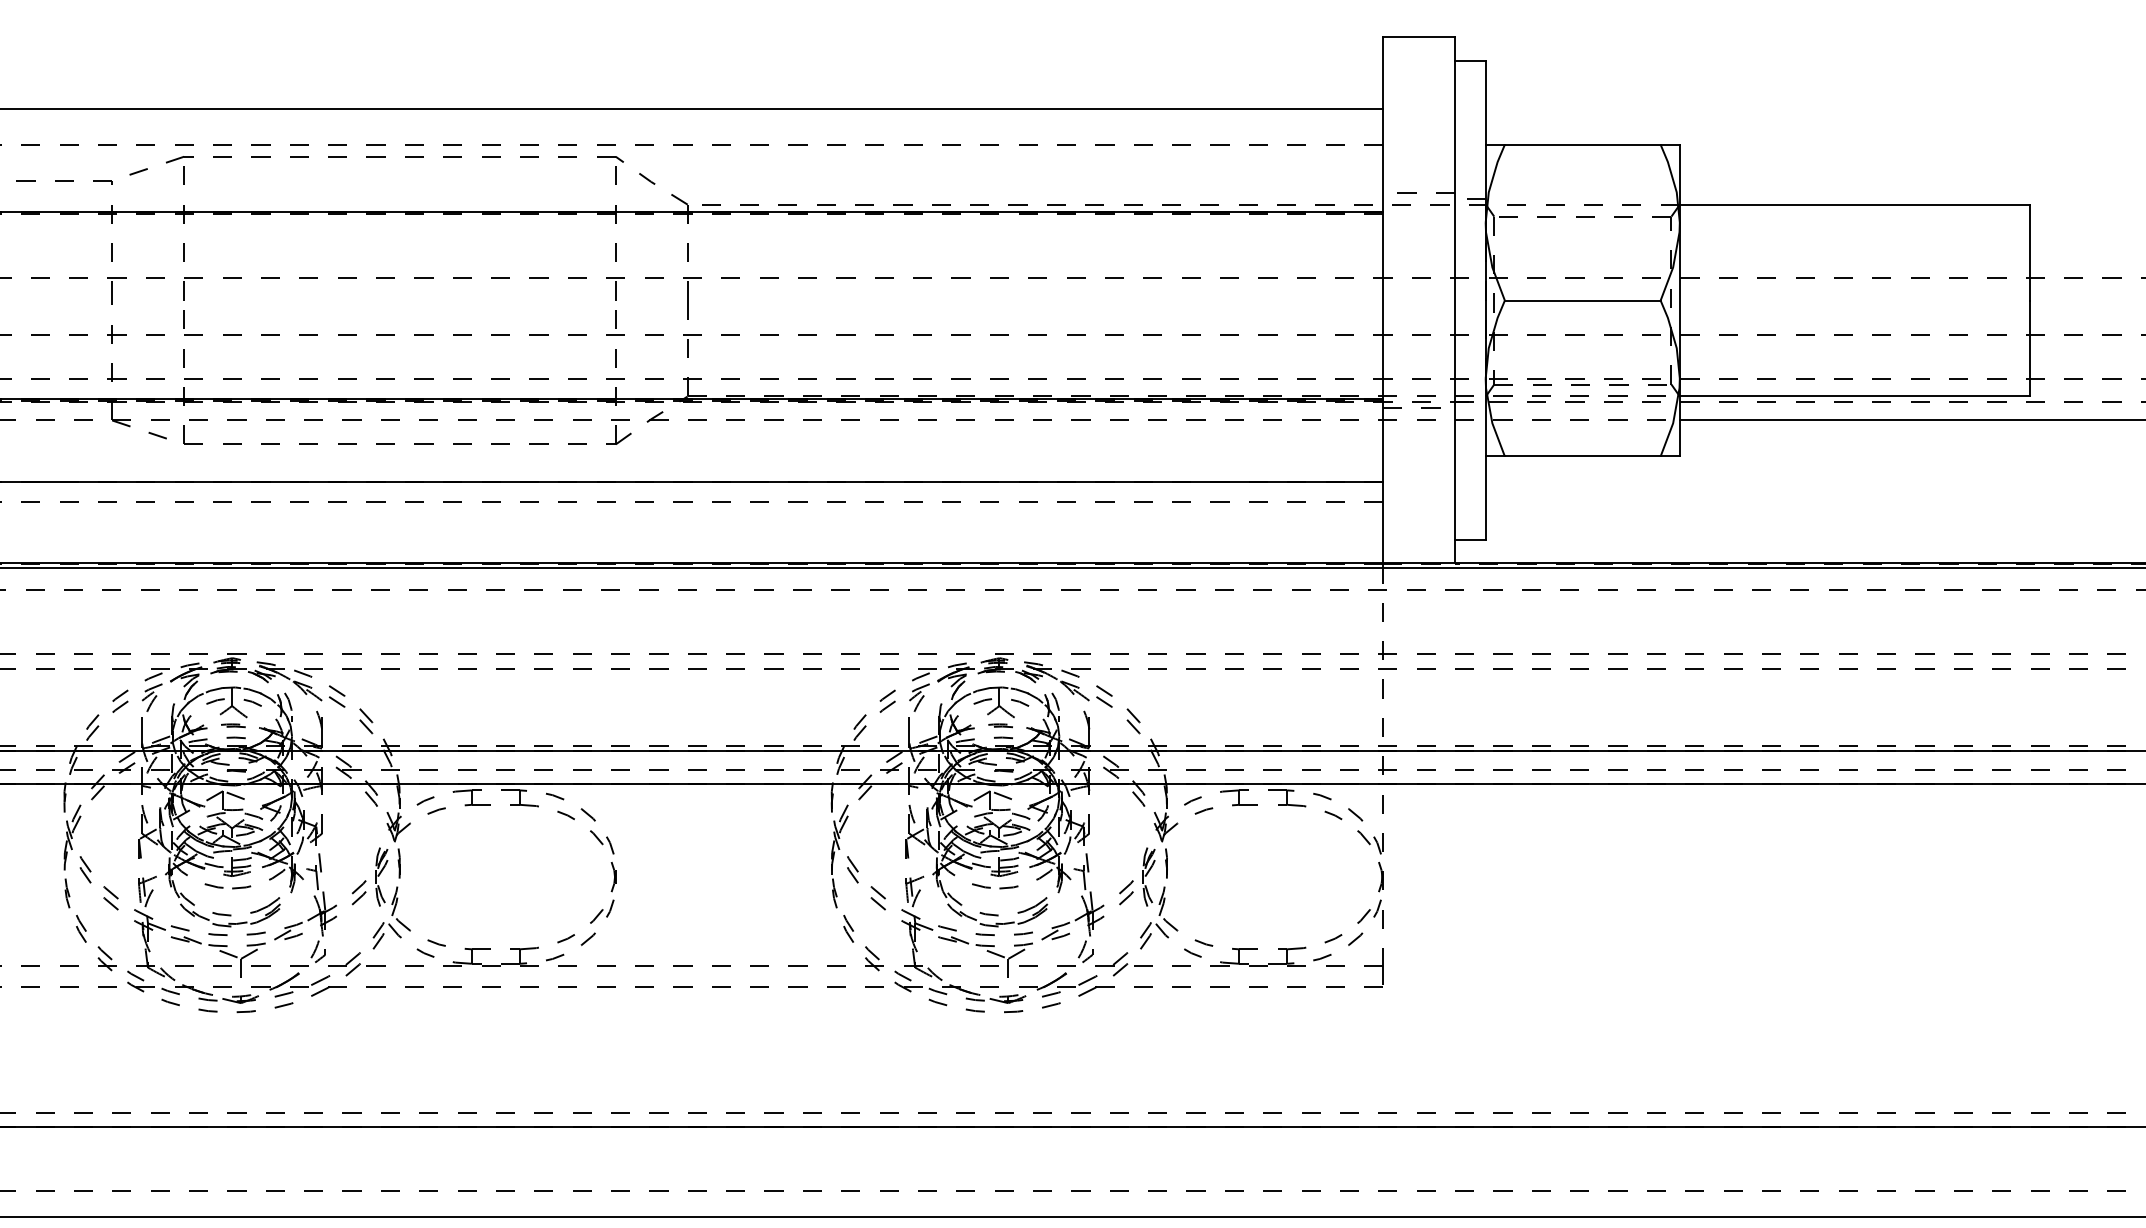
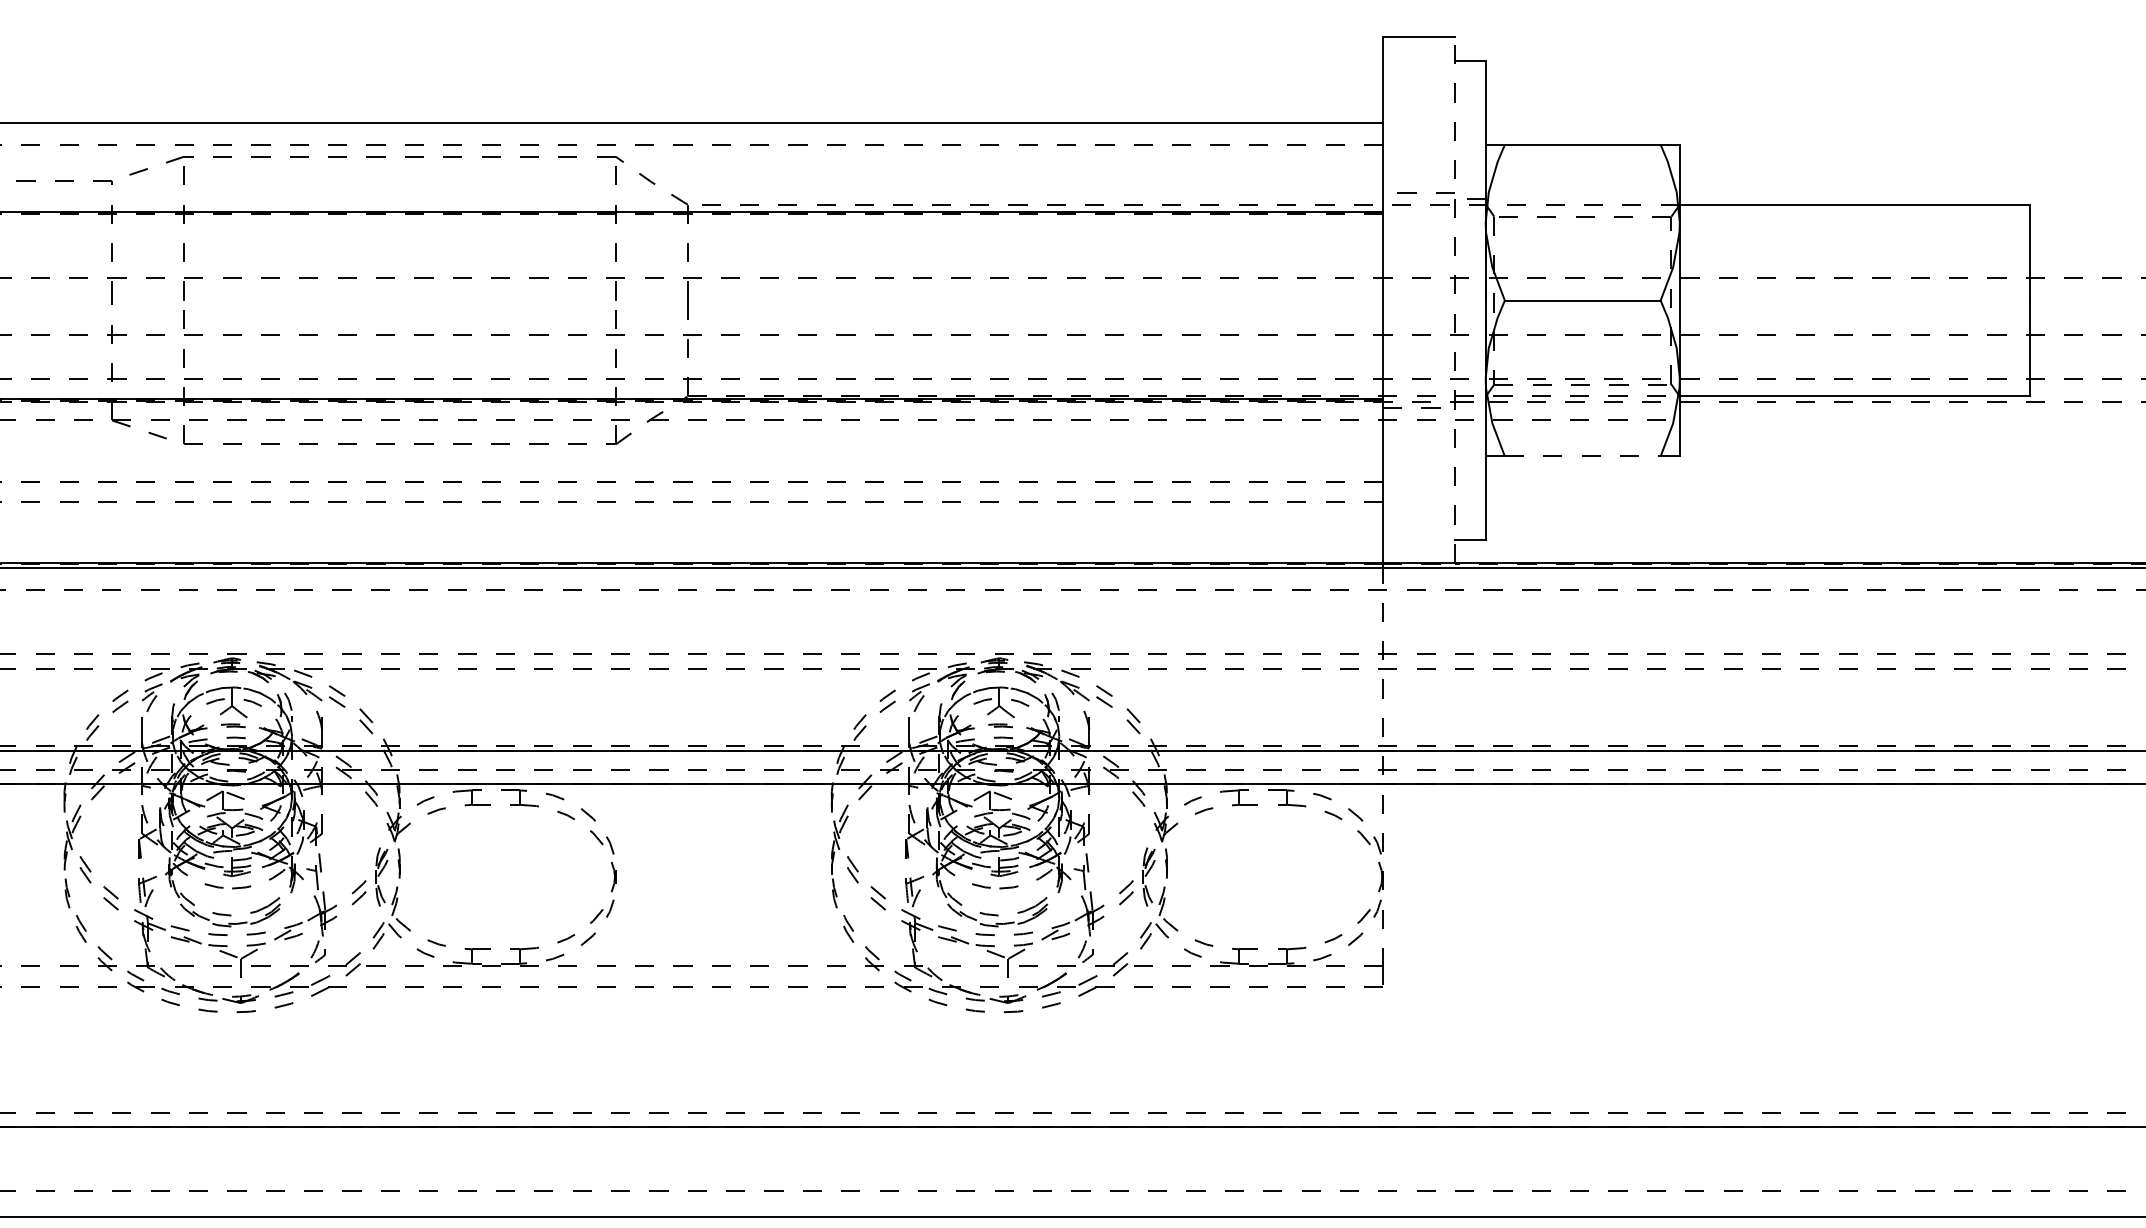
line at (692, 108) position: (692, 108) -> (692, 122)
line at (1455, 299): solid -> dashed
line at (1910, 420): present -> none
line at (1582, 456): solid -> dashed
line at (691, 481): solid -> dashed
